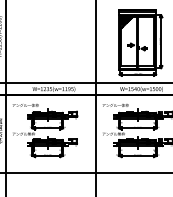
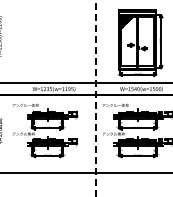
line at (5, 97): present -> none
line at (95, 98): solid -> dashed
